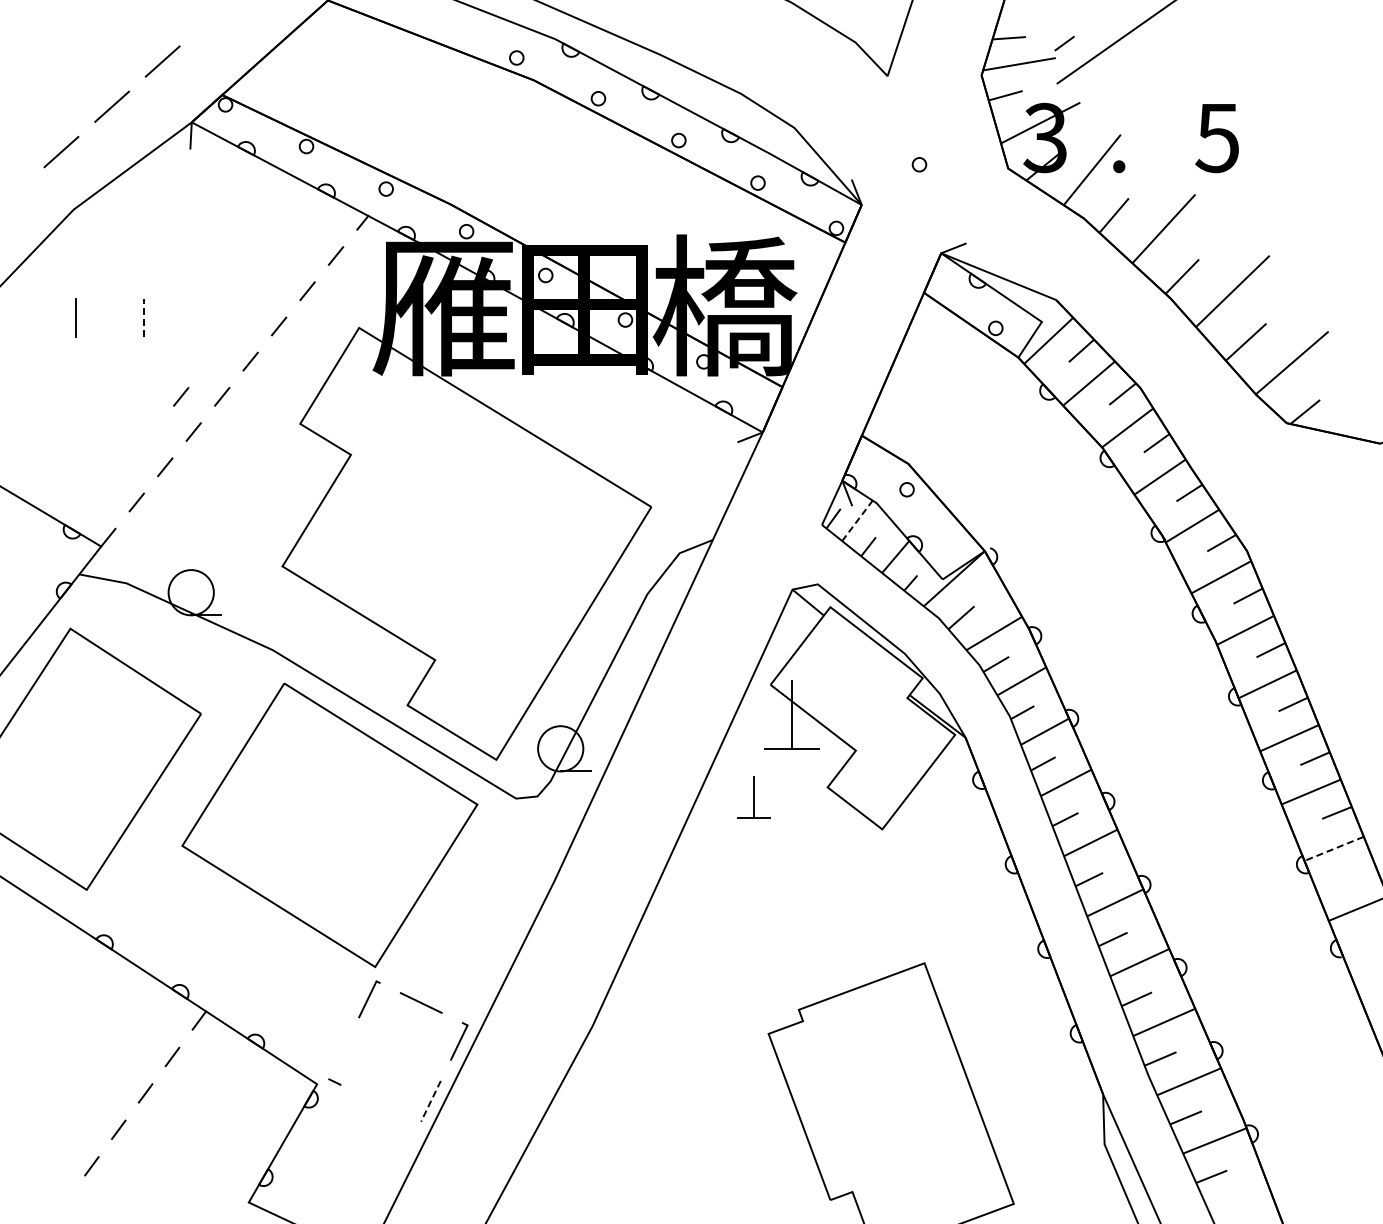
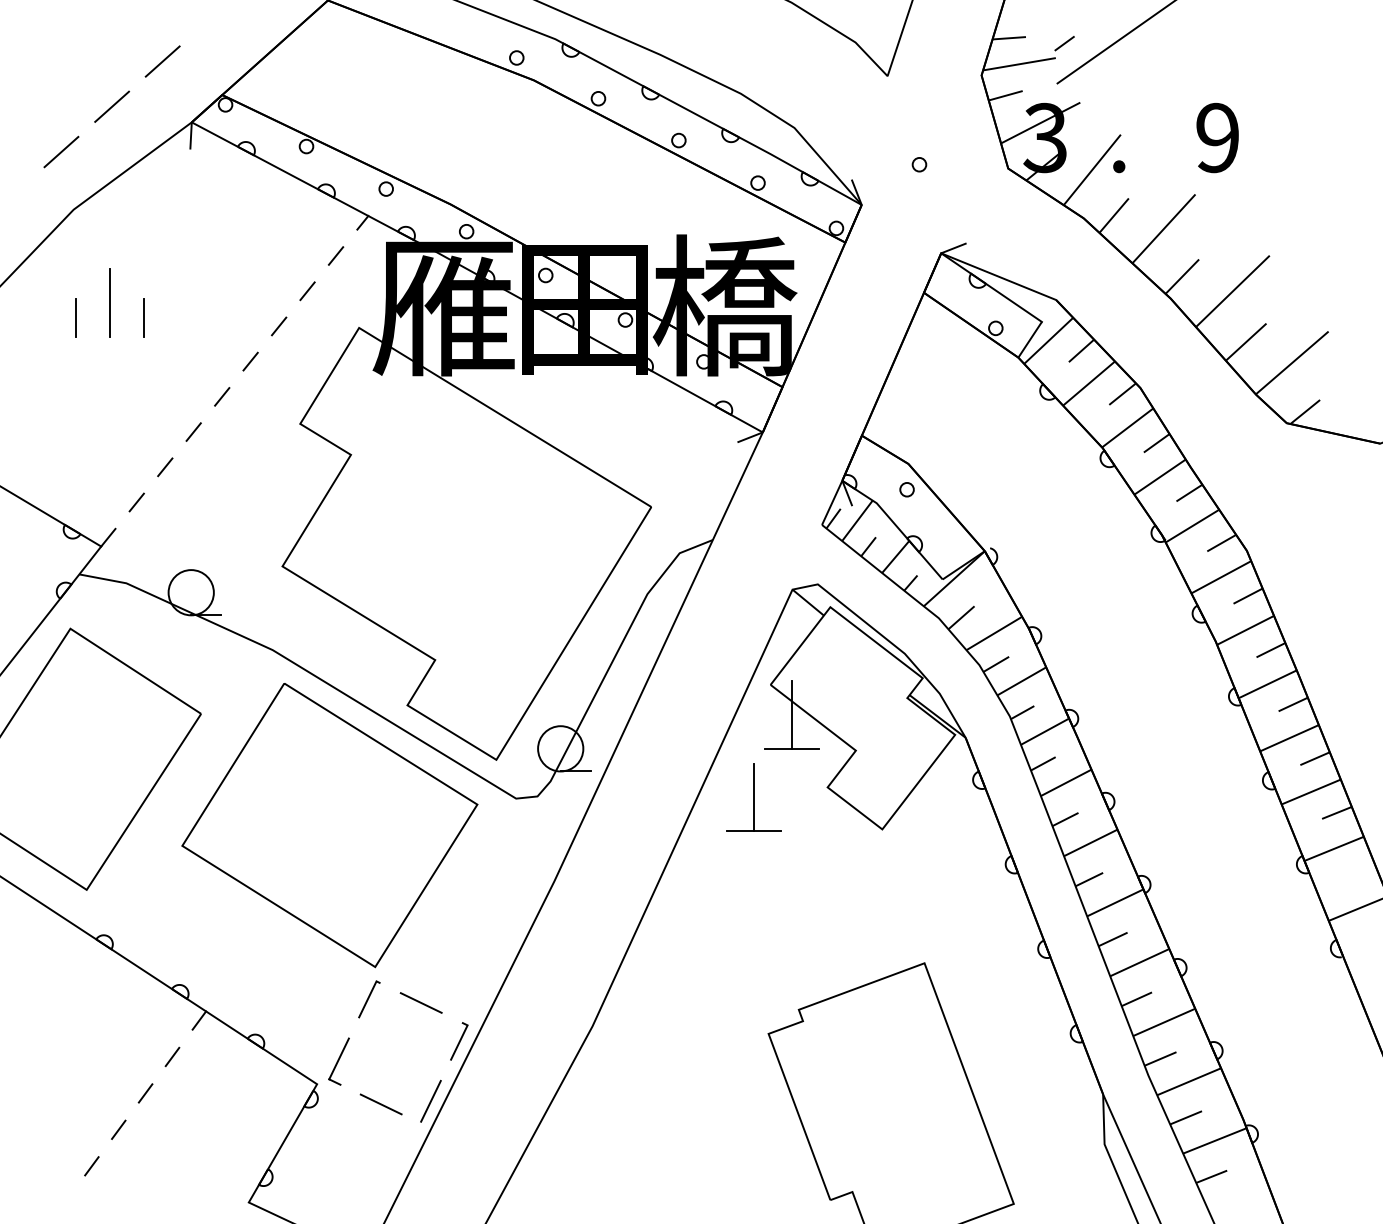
text at (1216, 137): 5 -> 9
line at (109, 302): none -> present
line at (143, 317): dashed -> solid
line at (181, 396): present -> none
line at (857, 520): dashed -> solid
part at (753, 797) size: 34x43 px -> 56x69 px
line at (1334, 848): dashed -> solid
line at (338, 1058): none -> present
line at (430, 1101): dashed -> solid
line at (380, 1104): none -> present
